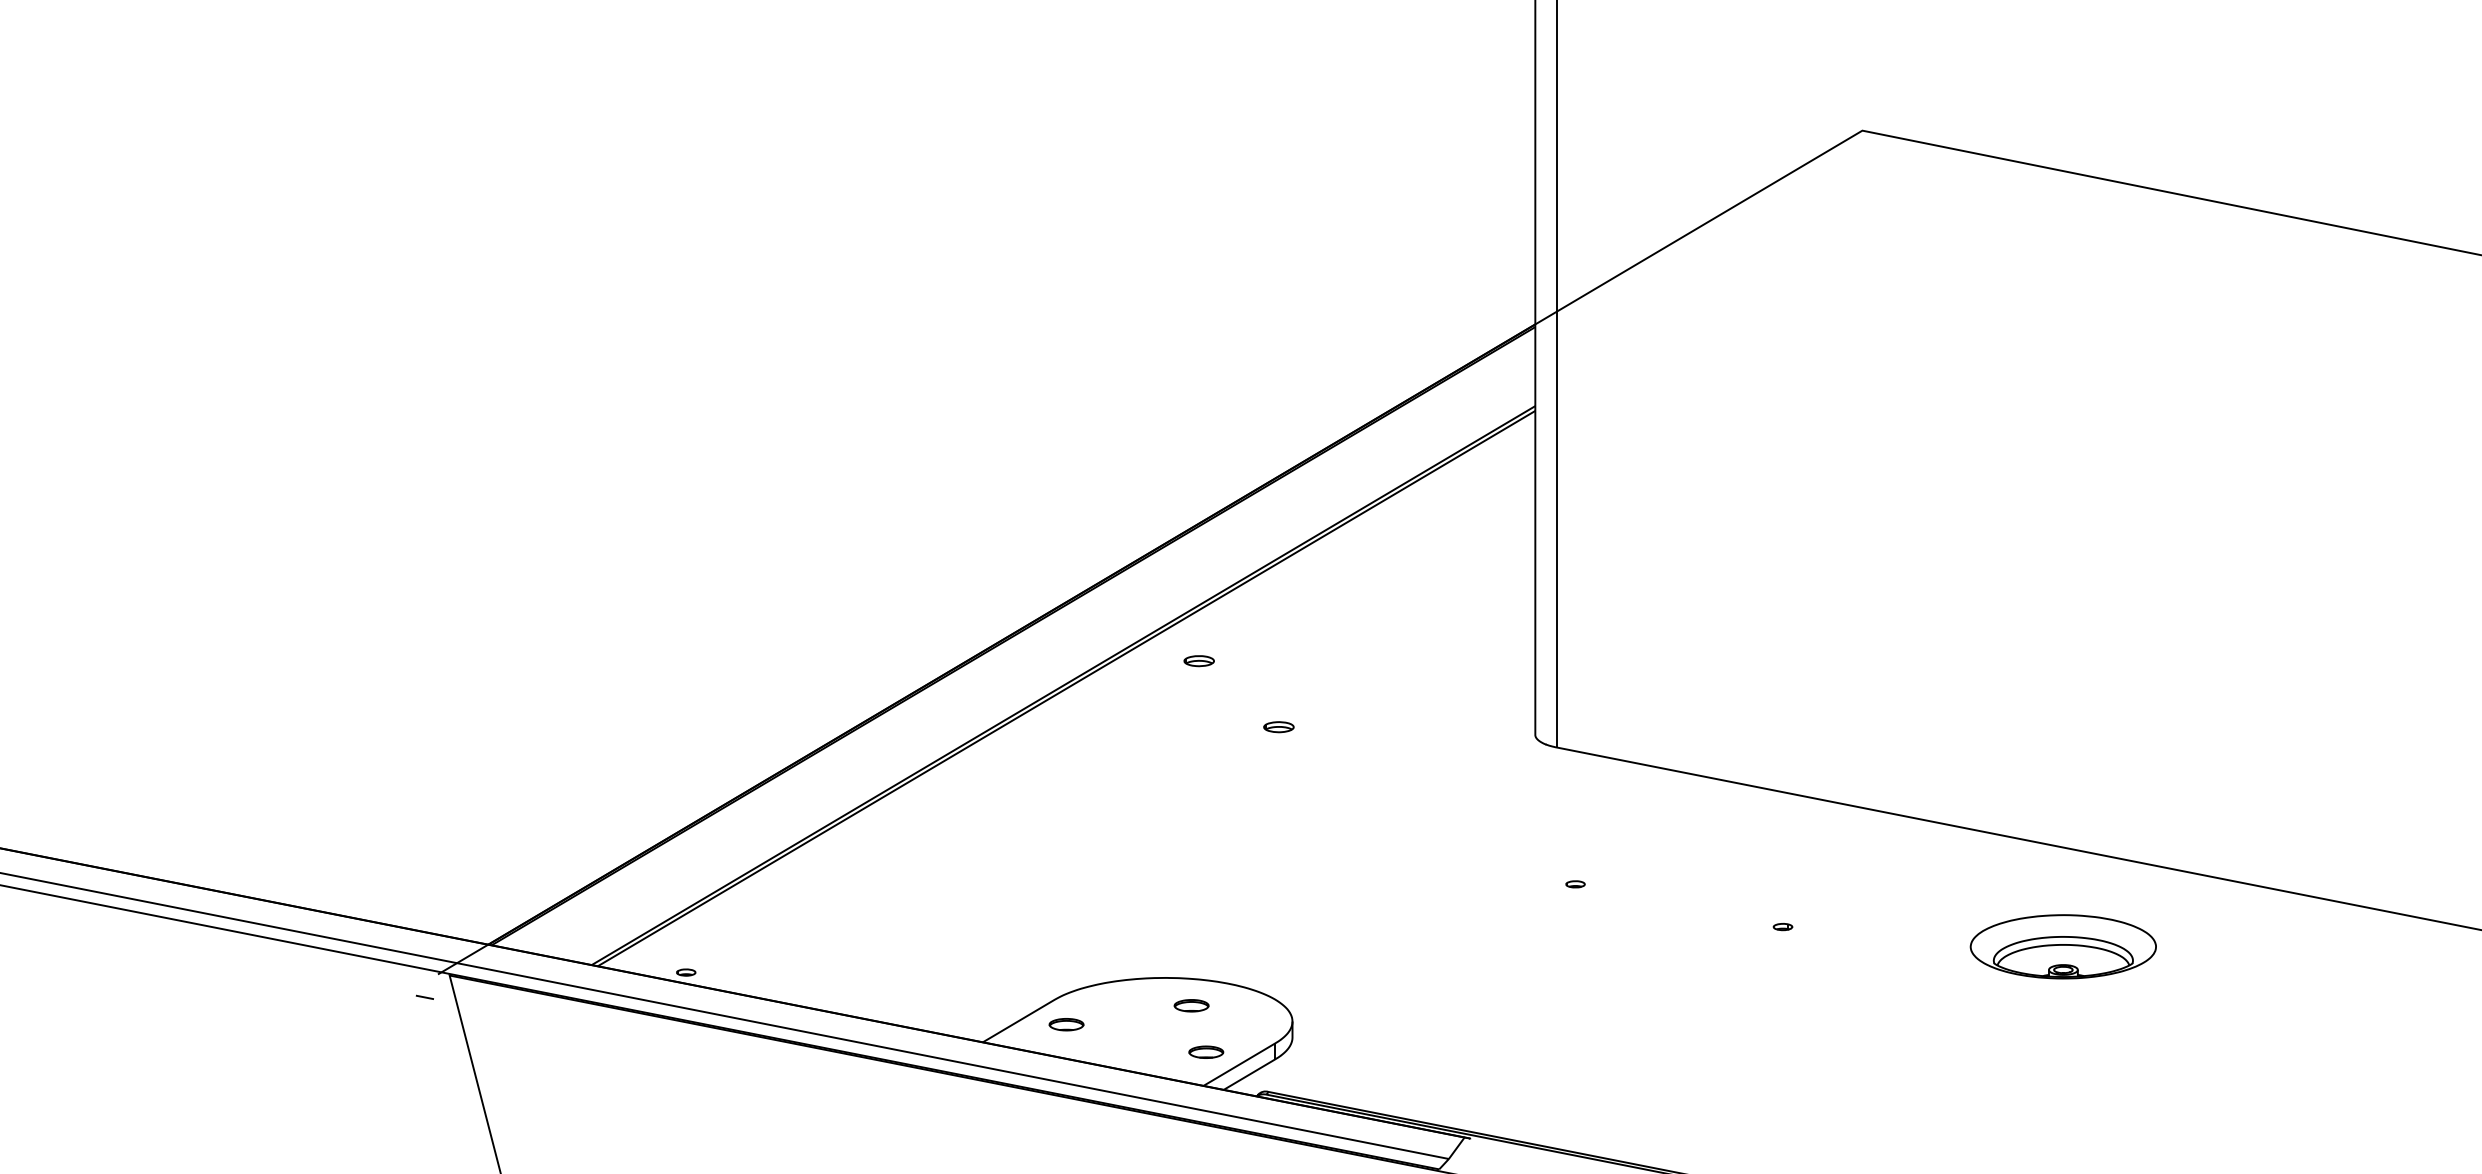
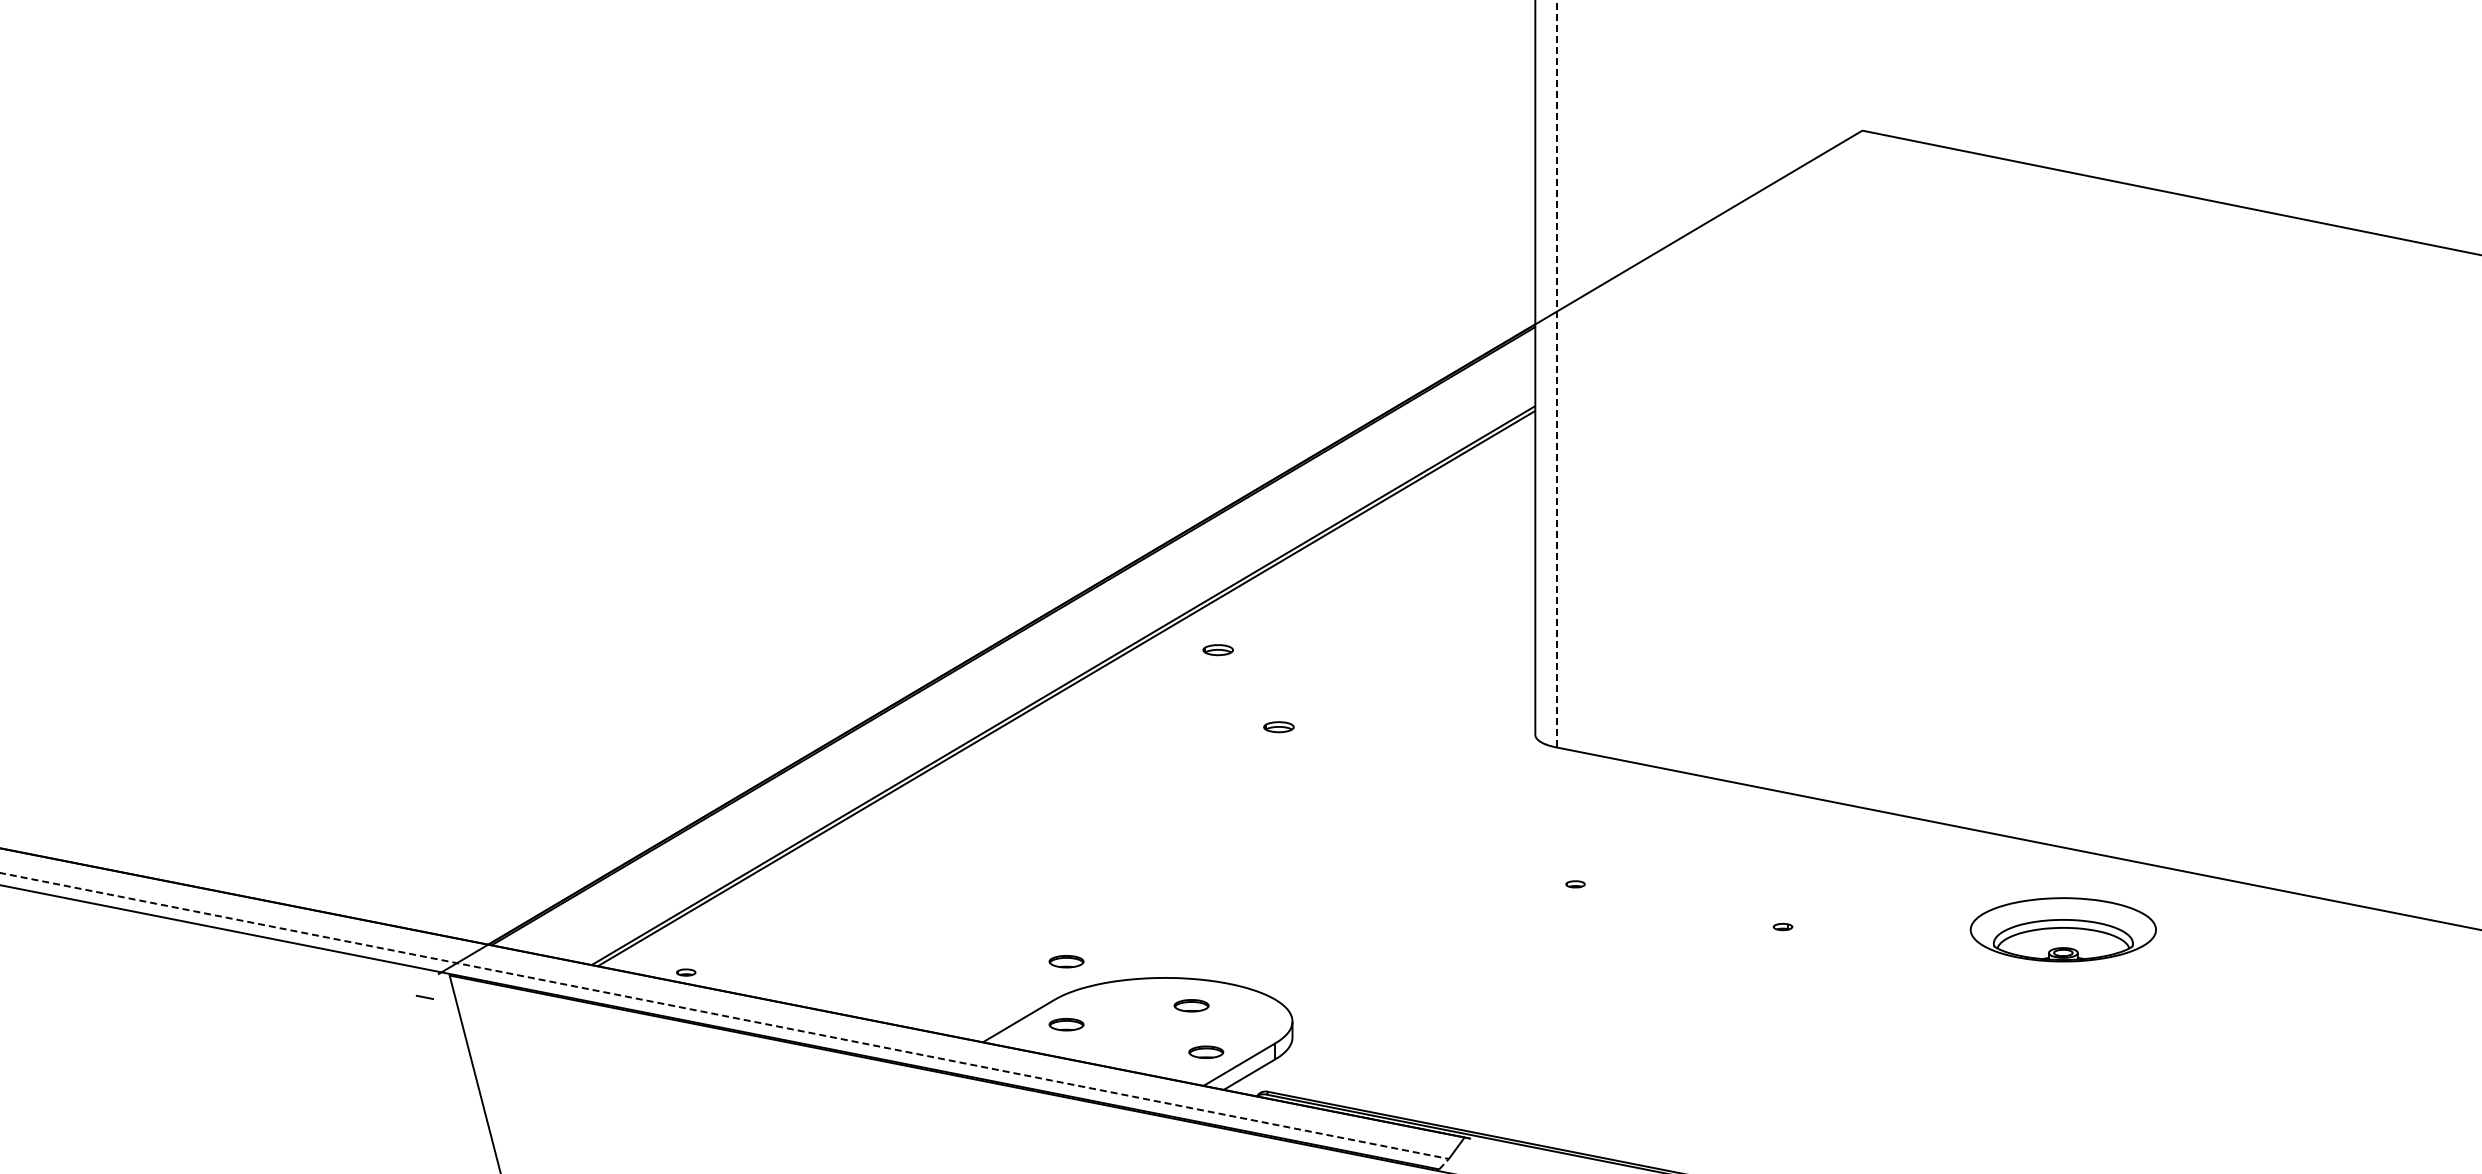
line at (1556, 373): solid -> dashed
part at (1198, 661) position: (1198, 661) -> (1217, 650)
part at (2062, 946) position: (2062, 946) -> (2062, 929)
part at (1066, 961): none -> present
line at (731, 1017): solid -> dashed
